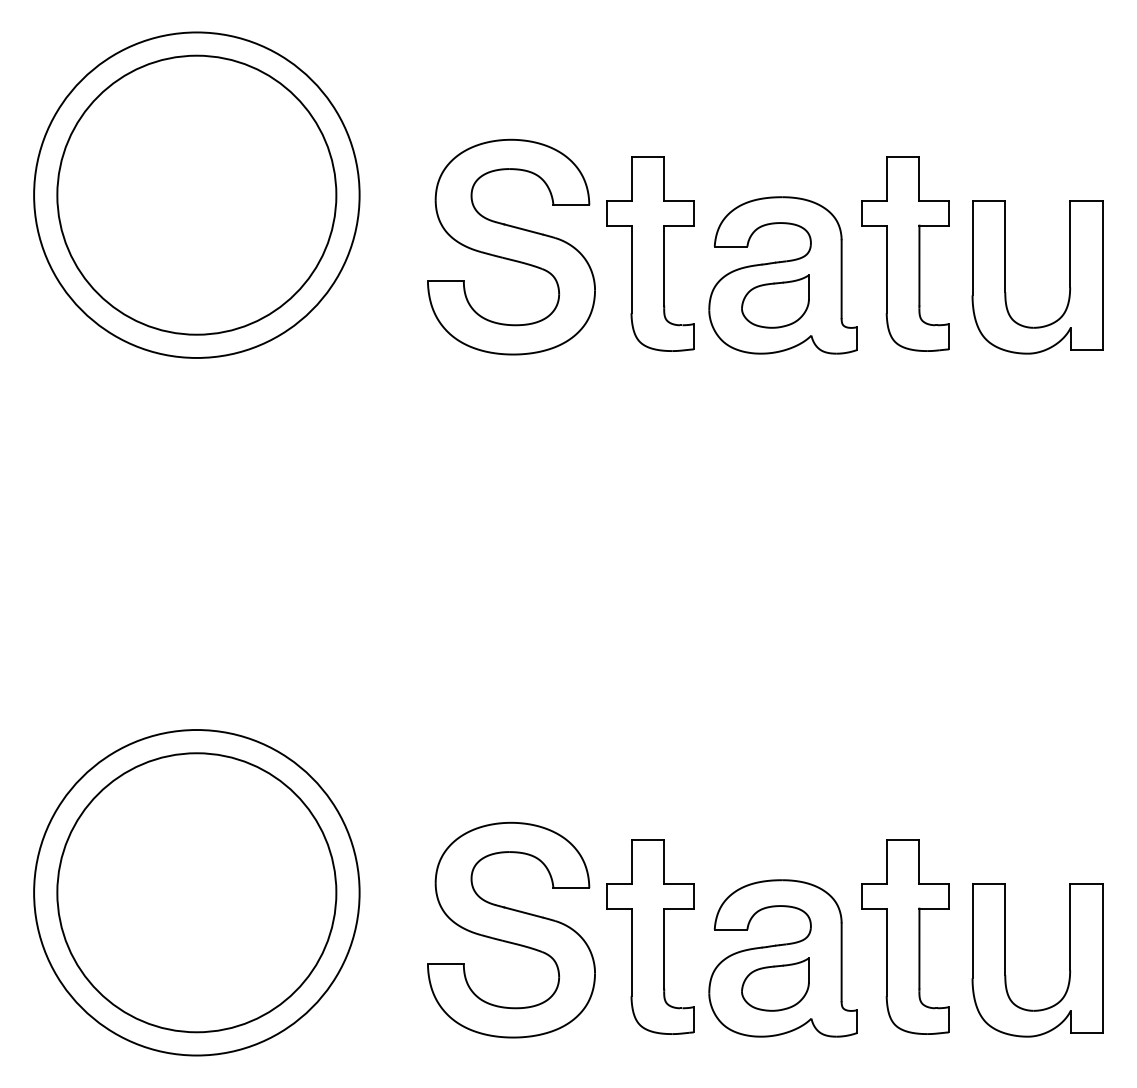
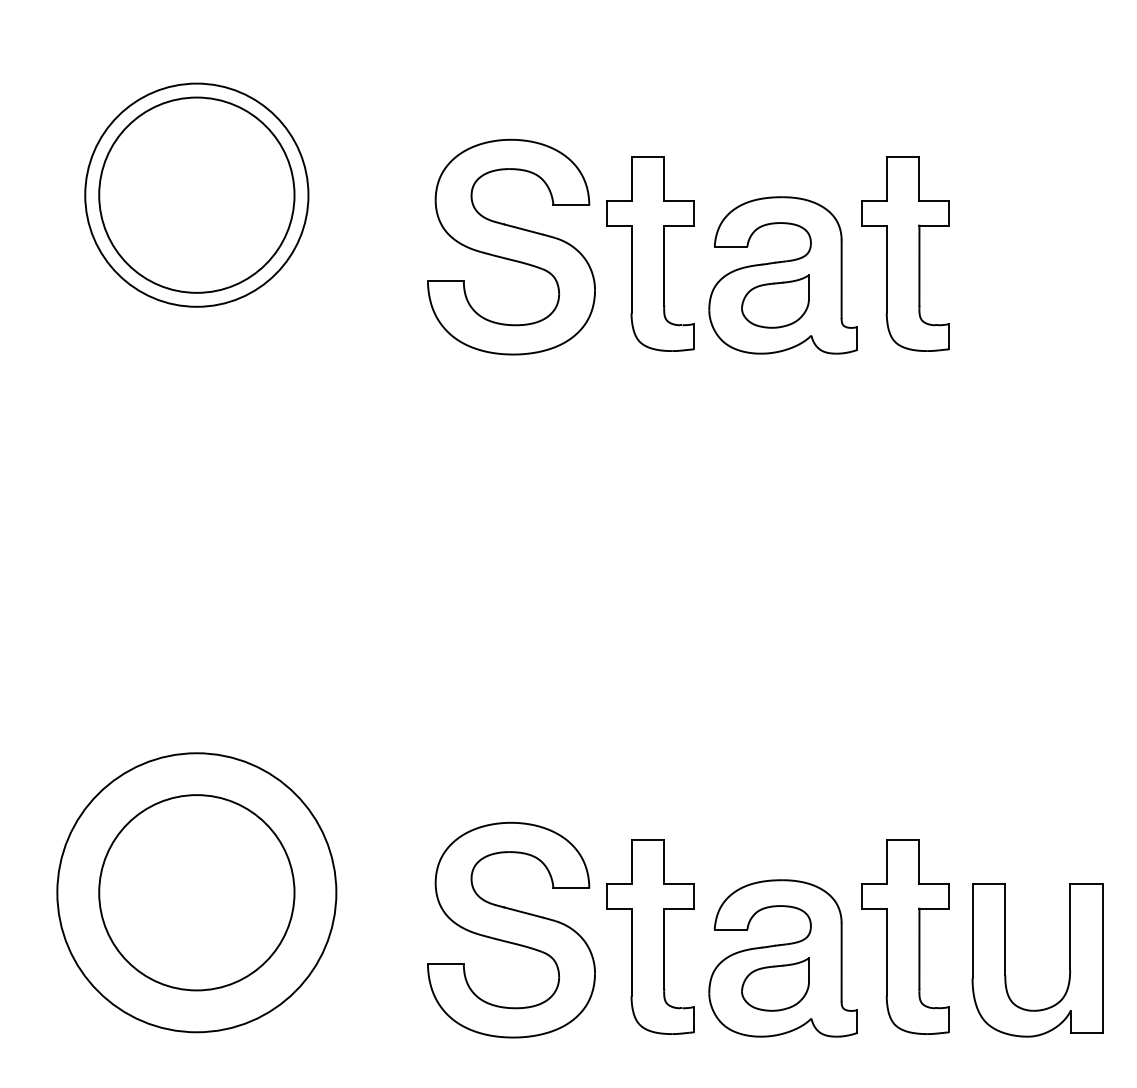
circle at (196, 194) diameter: 279 px -> 223 px
circle at (196, 194) diameter: 326 px -> 195 px
part at (1005, 277): present -> none
circle at (196, 892) diameter: 326 px -> 195 px
